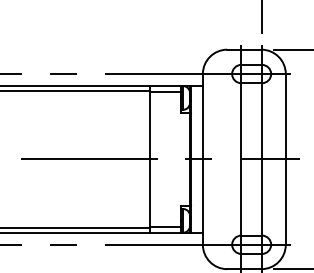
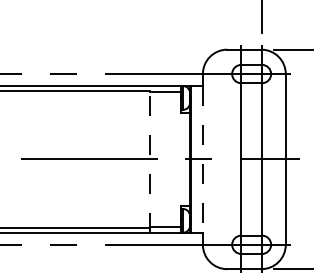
line at (149, 158): solid -> dashed
line at (202, 159): solid -> dashed
